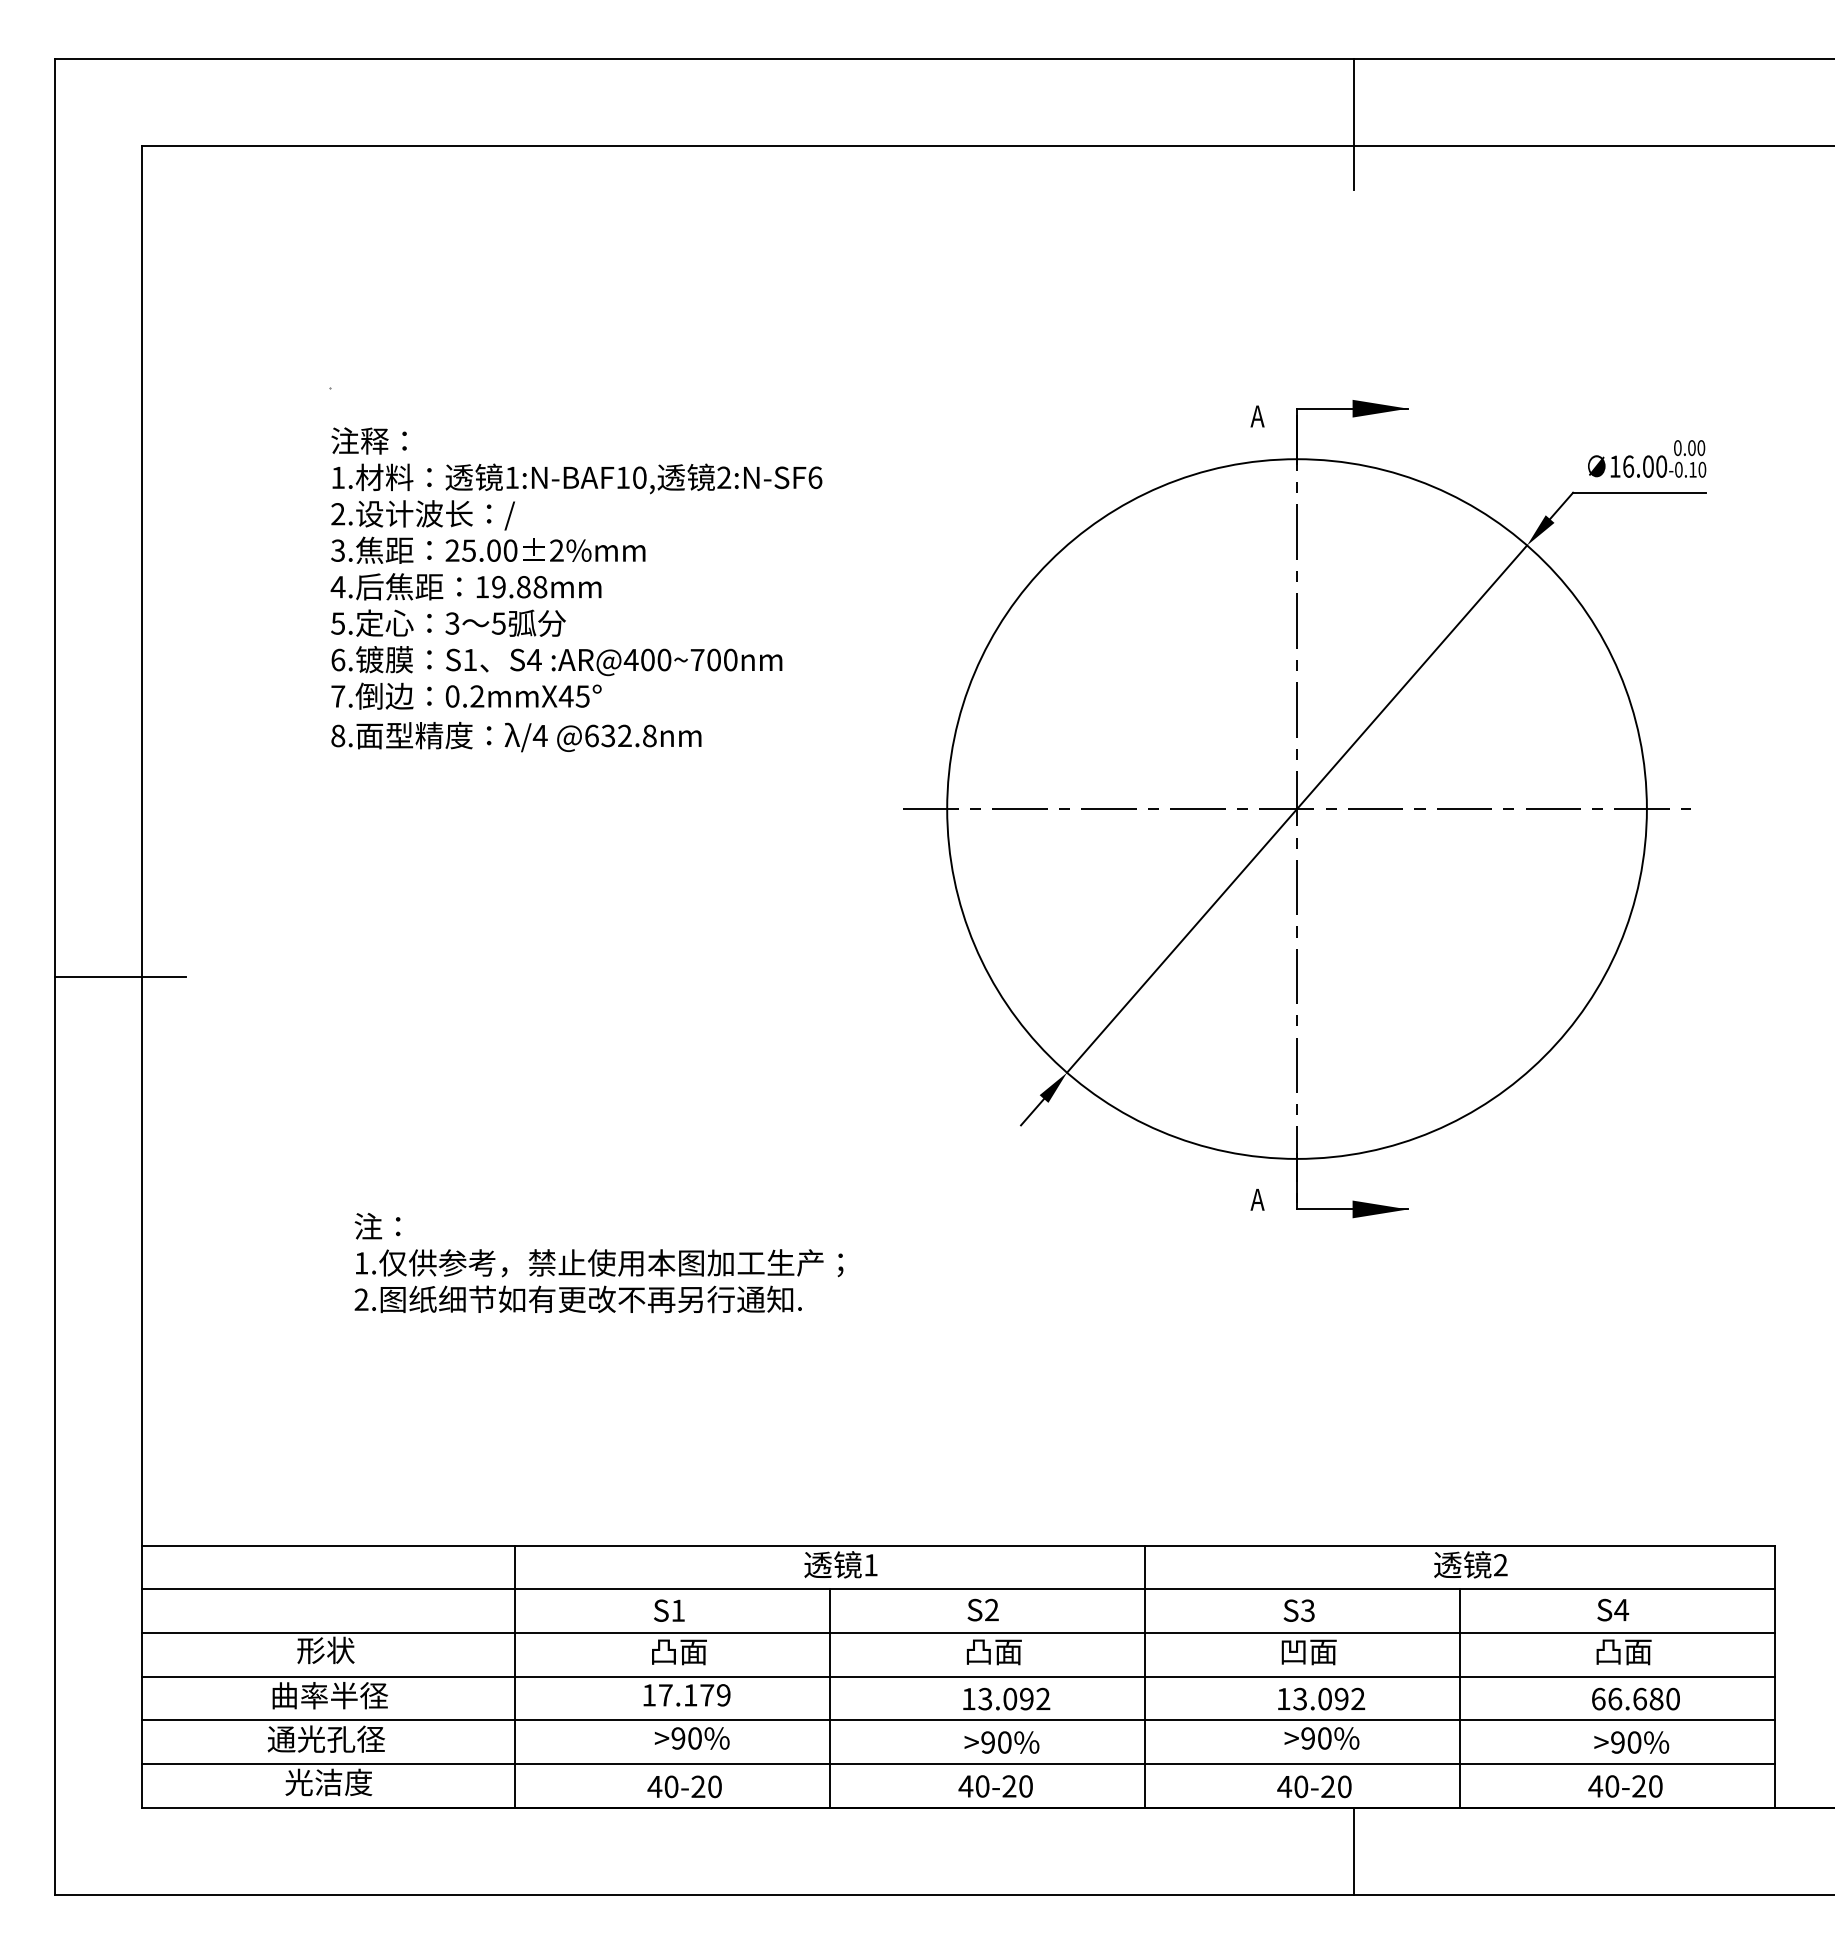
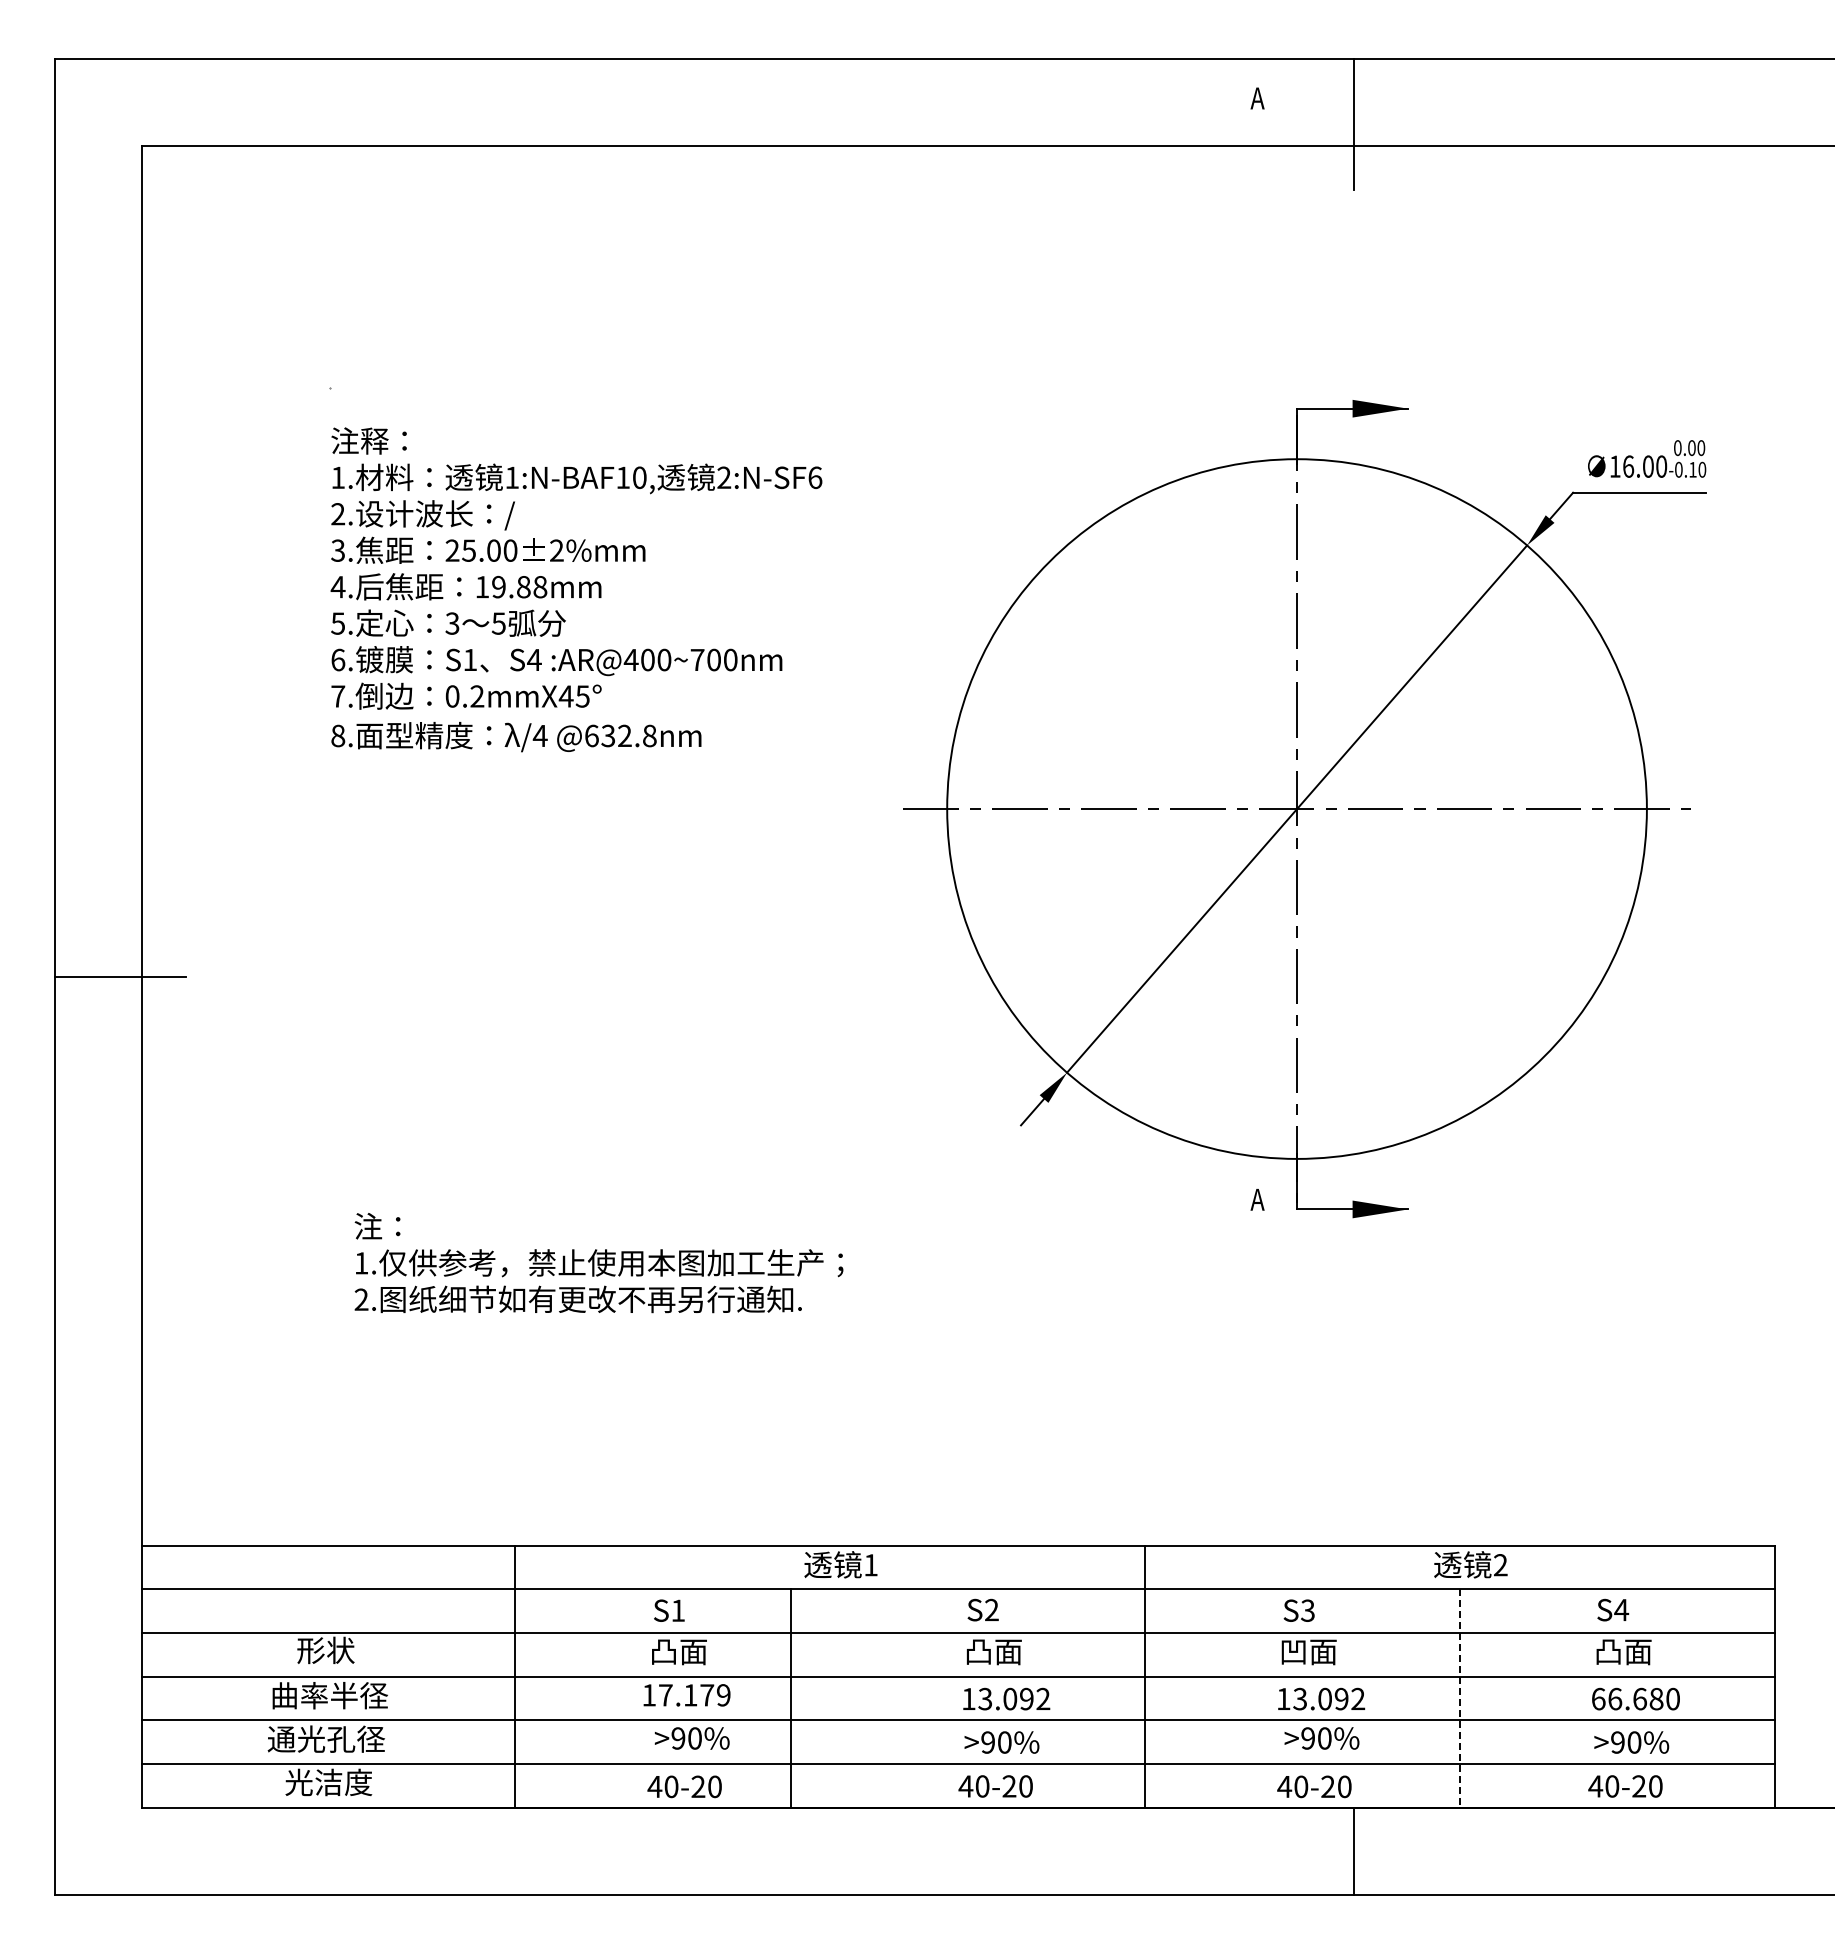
text at (1257, 416) position: (1257, 416) -> (1257, 98)
line at (830, 1698) position: (830, 1698) -> (791, 1698)
line at (1459, 1699): solid -> dashed
